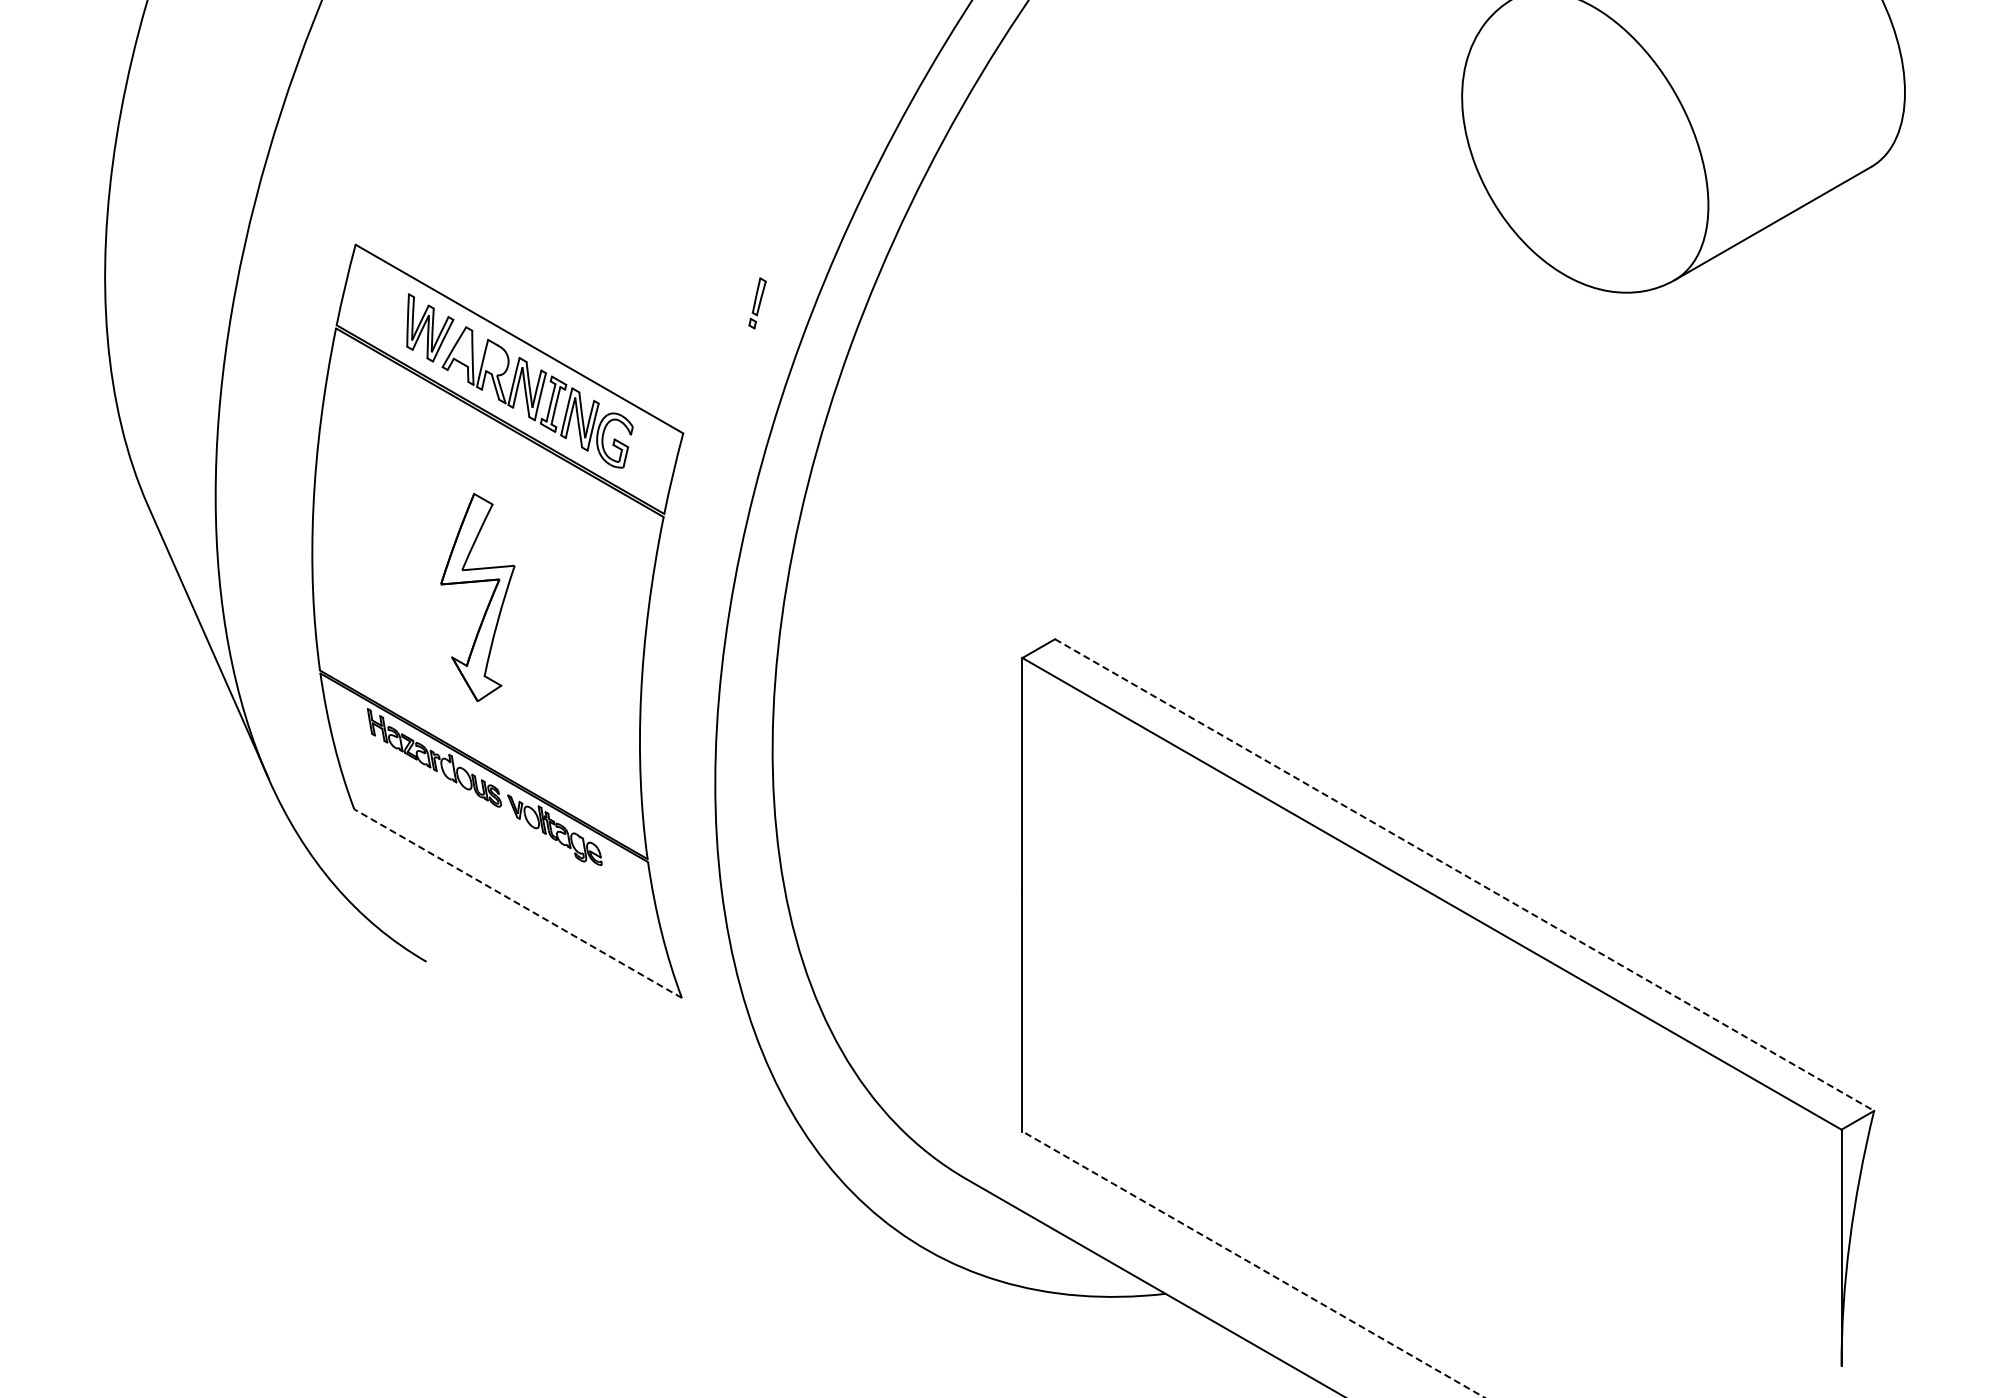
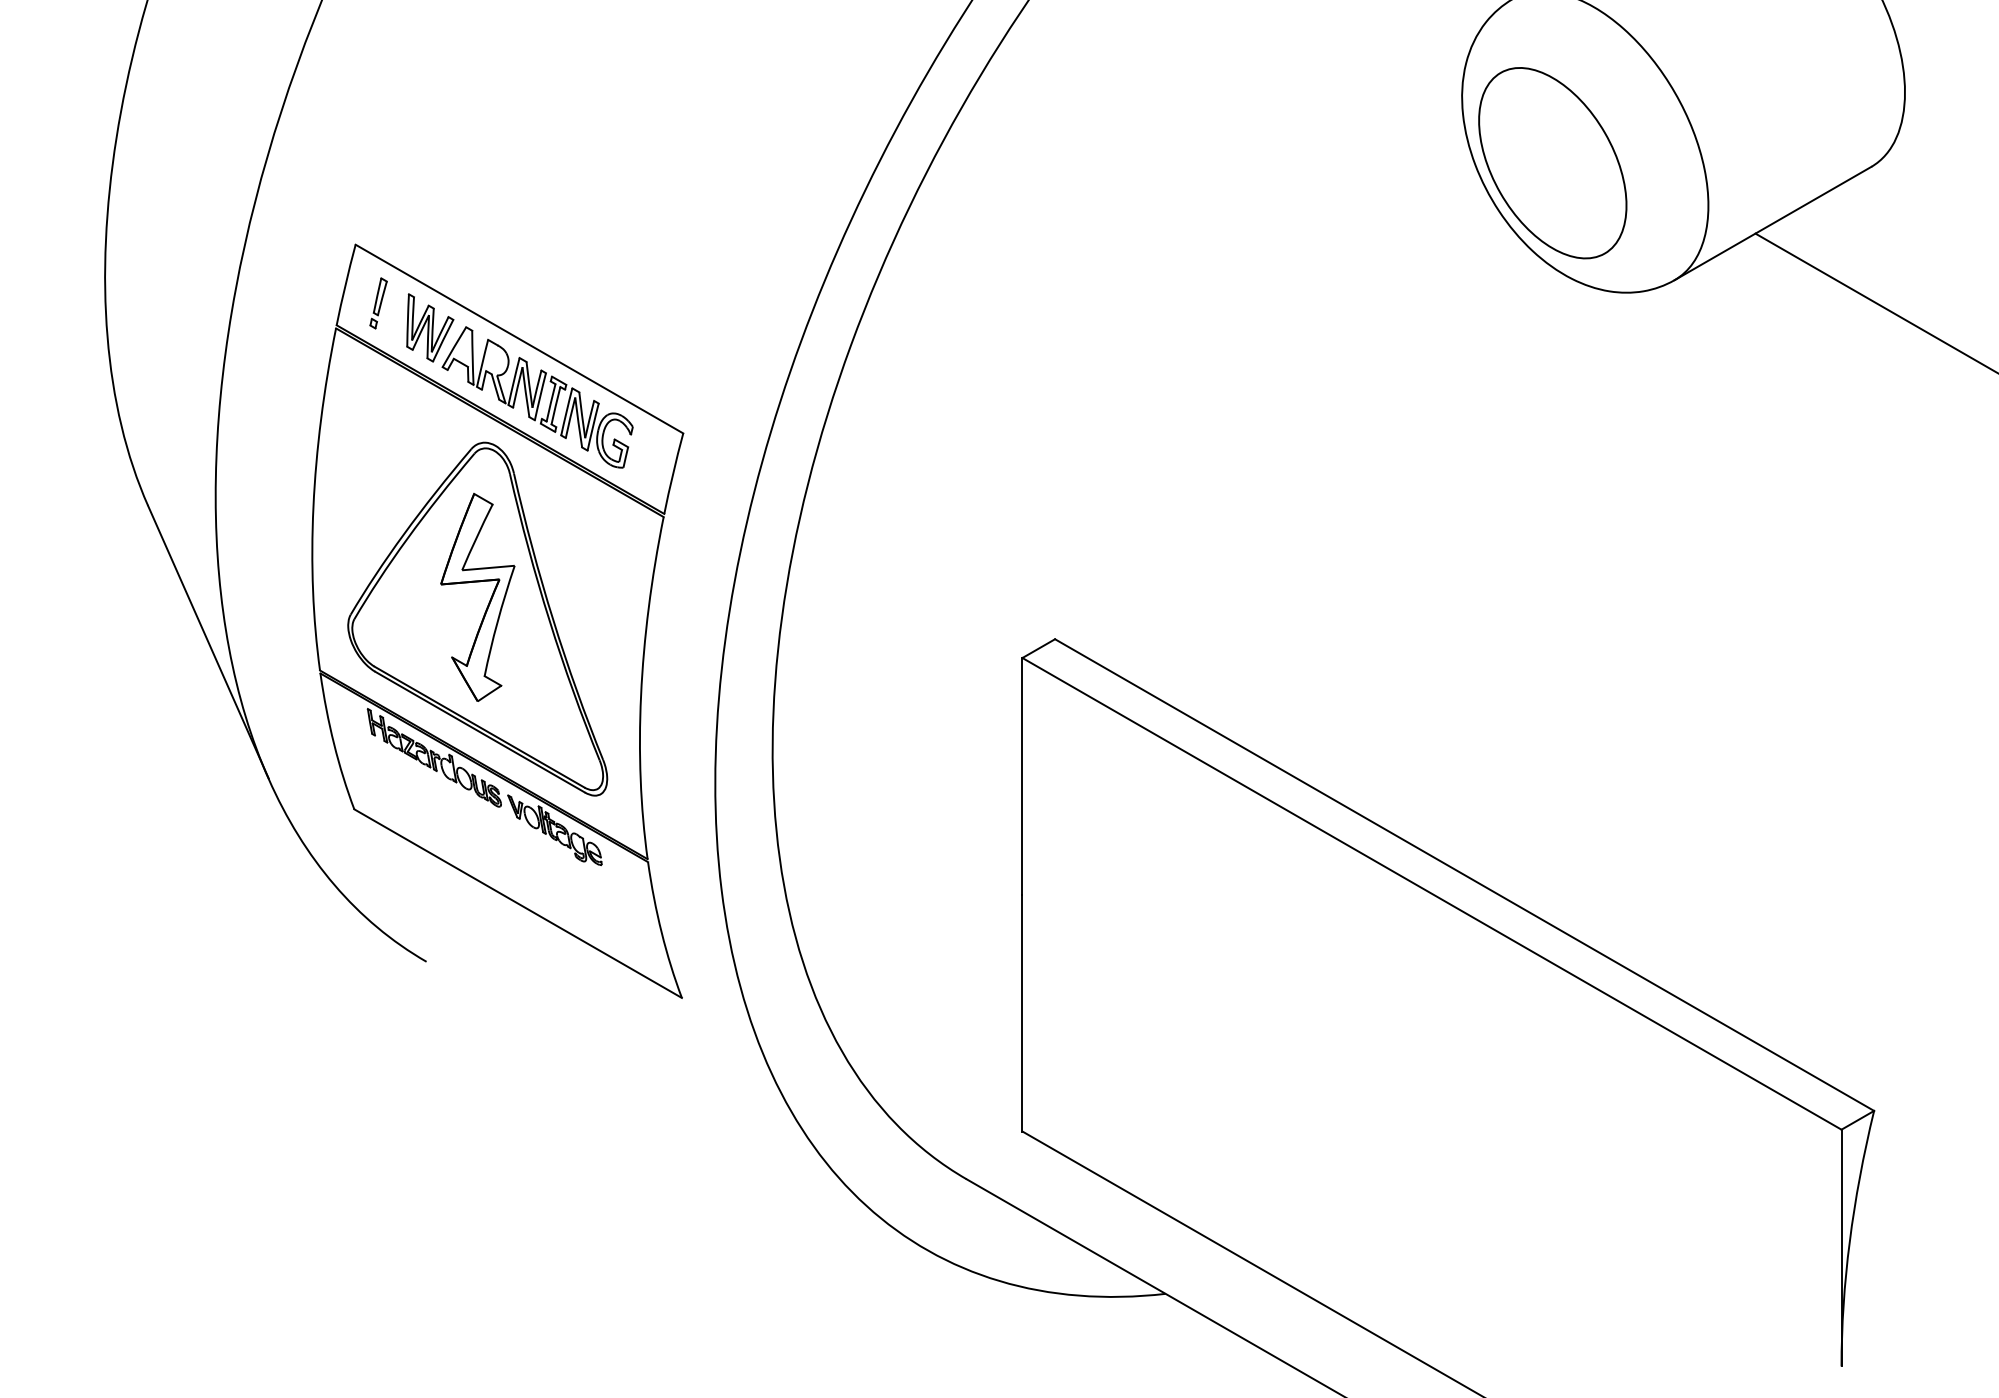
part at (1552, 163): none -> present
line at (1875, 302): none -> present
part at (757, 303) position: (757, 303) -> (378, 303)
part at (477, 618): none -> present
line at (1464, 875): dashed -> solid
line at (517, 903): dashed -> solid
line at (1253, 1264): dashed -> solid
